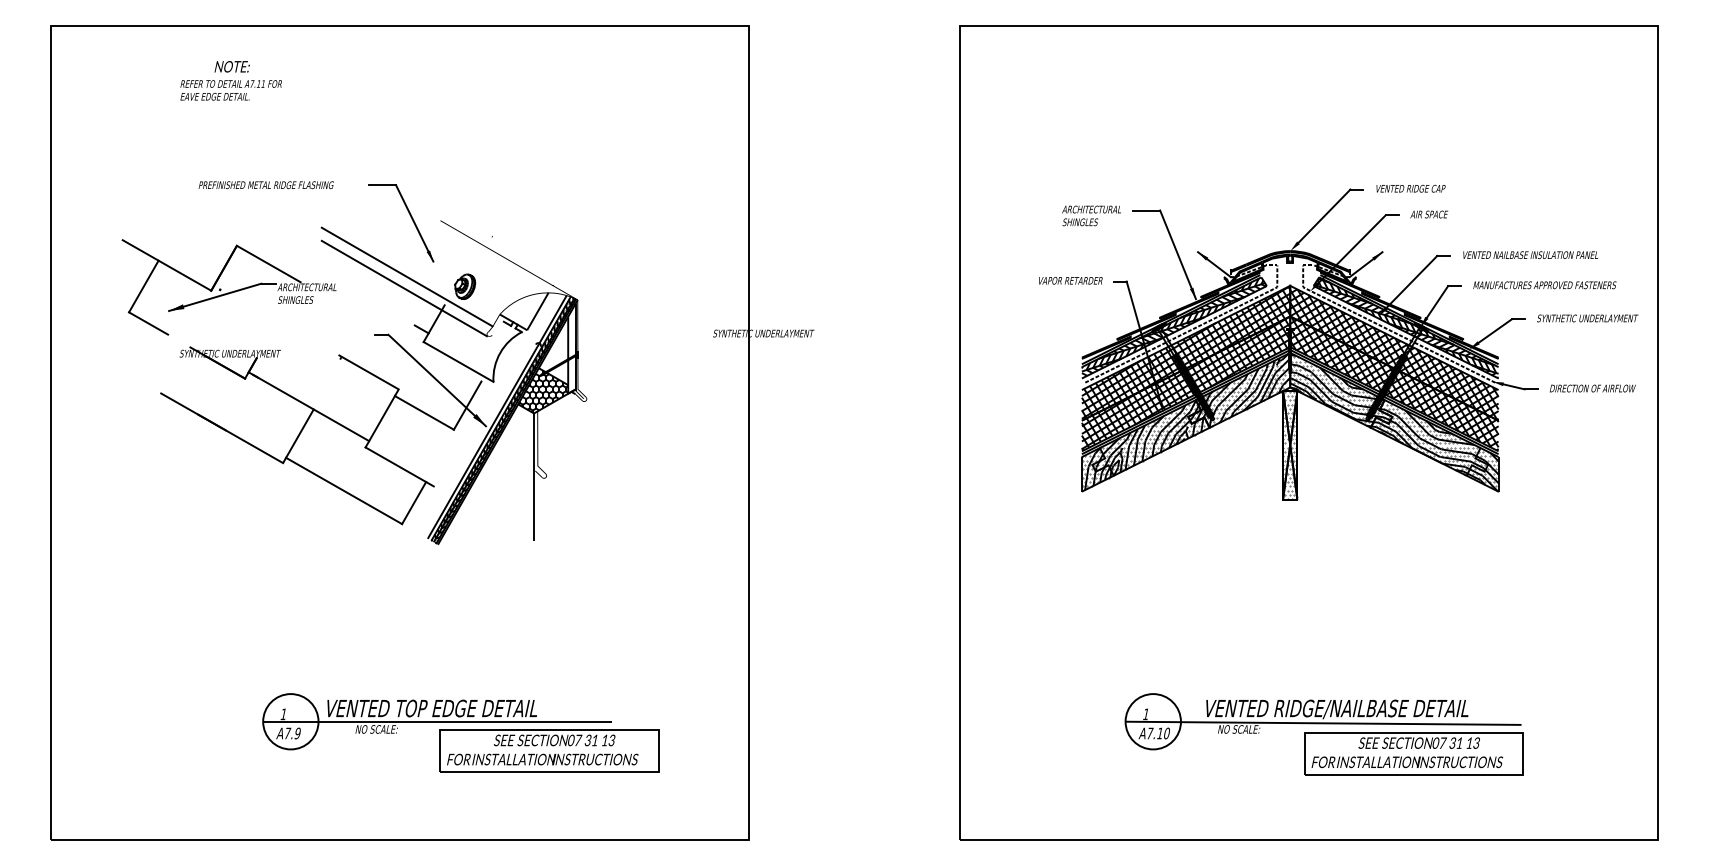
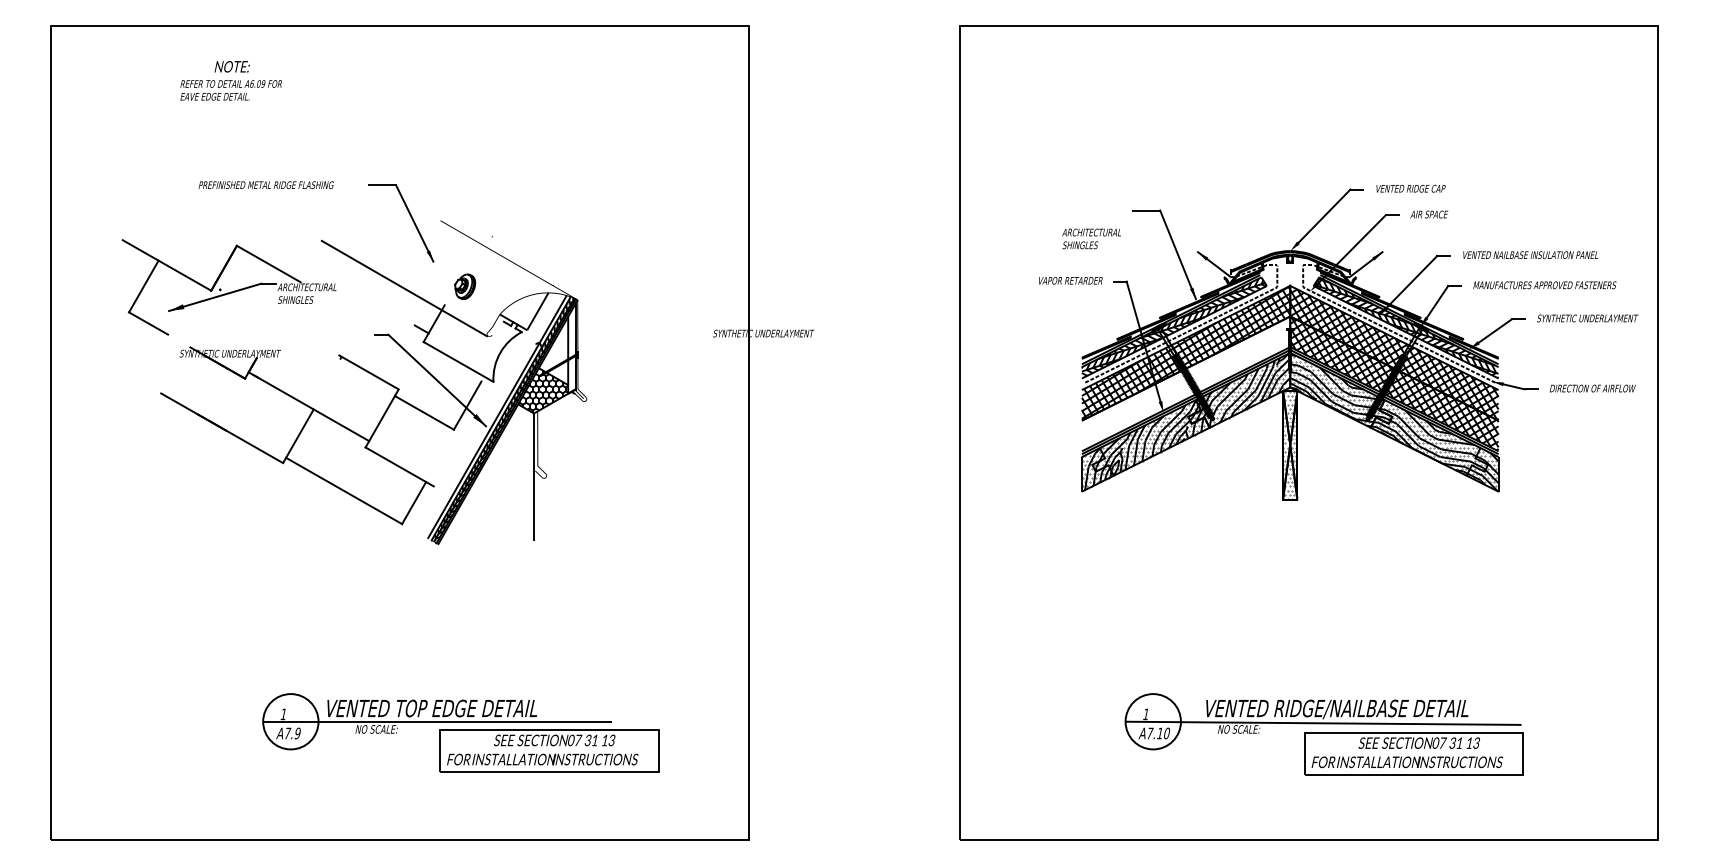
text at (257, 83): A7.11 -> A6.09
text at (1091, 215) position: (1091, 215) -> (1091, 238)
line at (406, 276): present -> none
hatch at (1185, 383): present -> none
